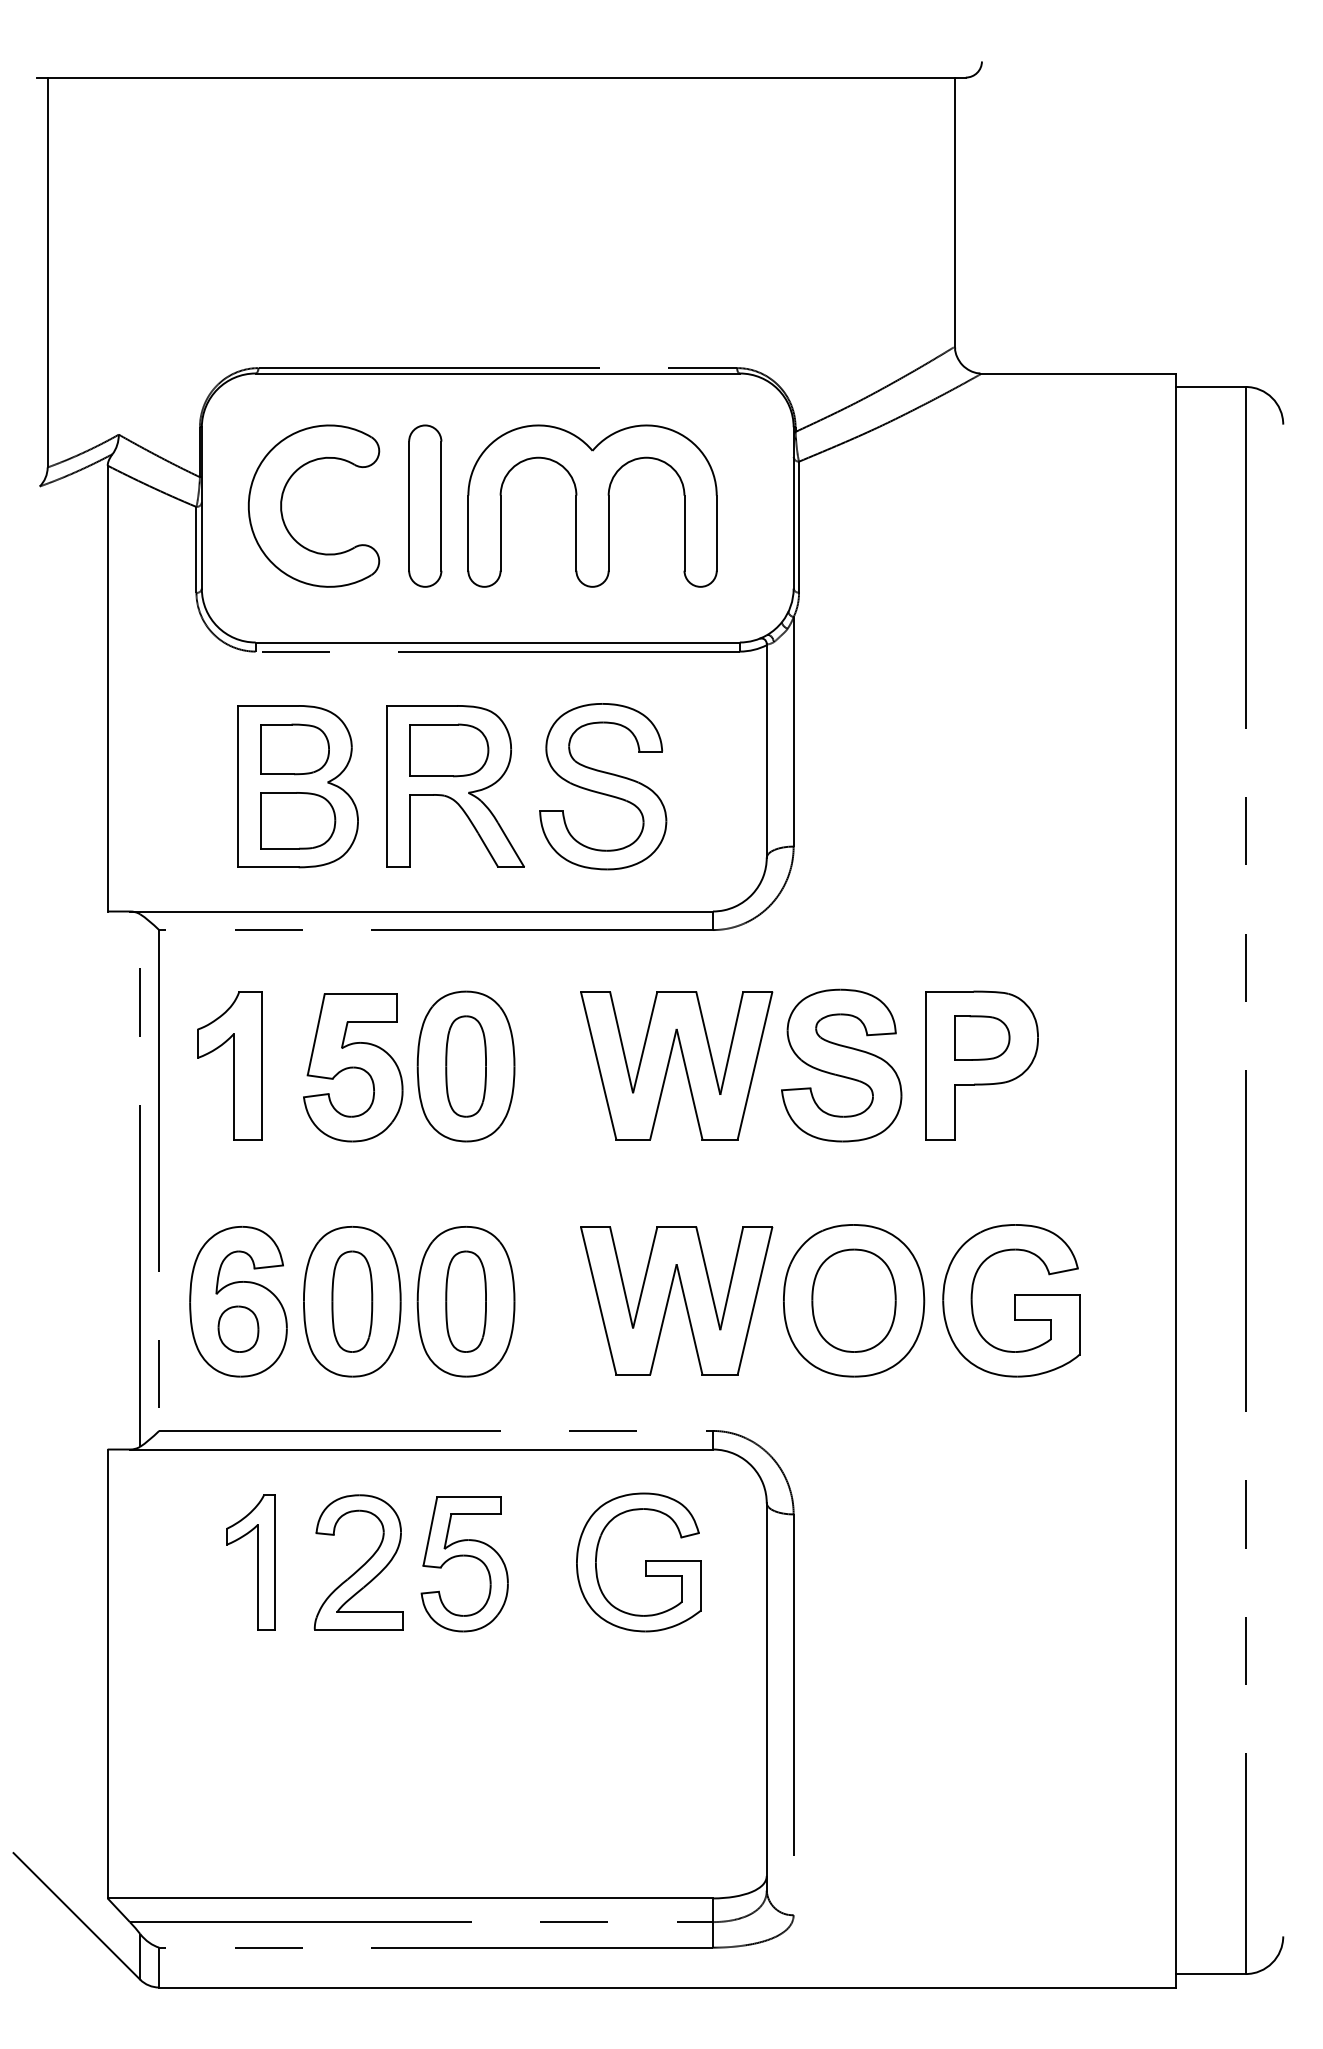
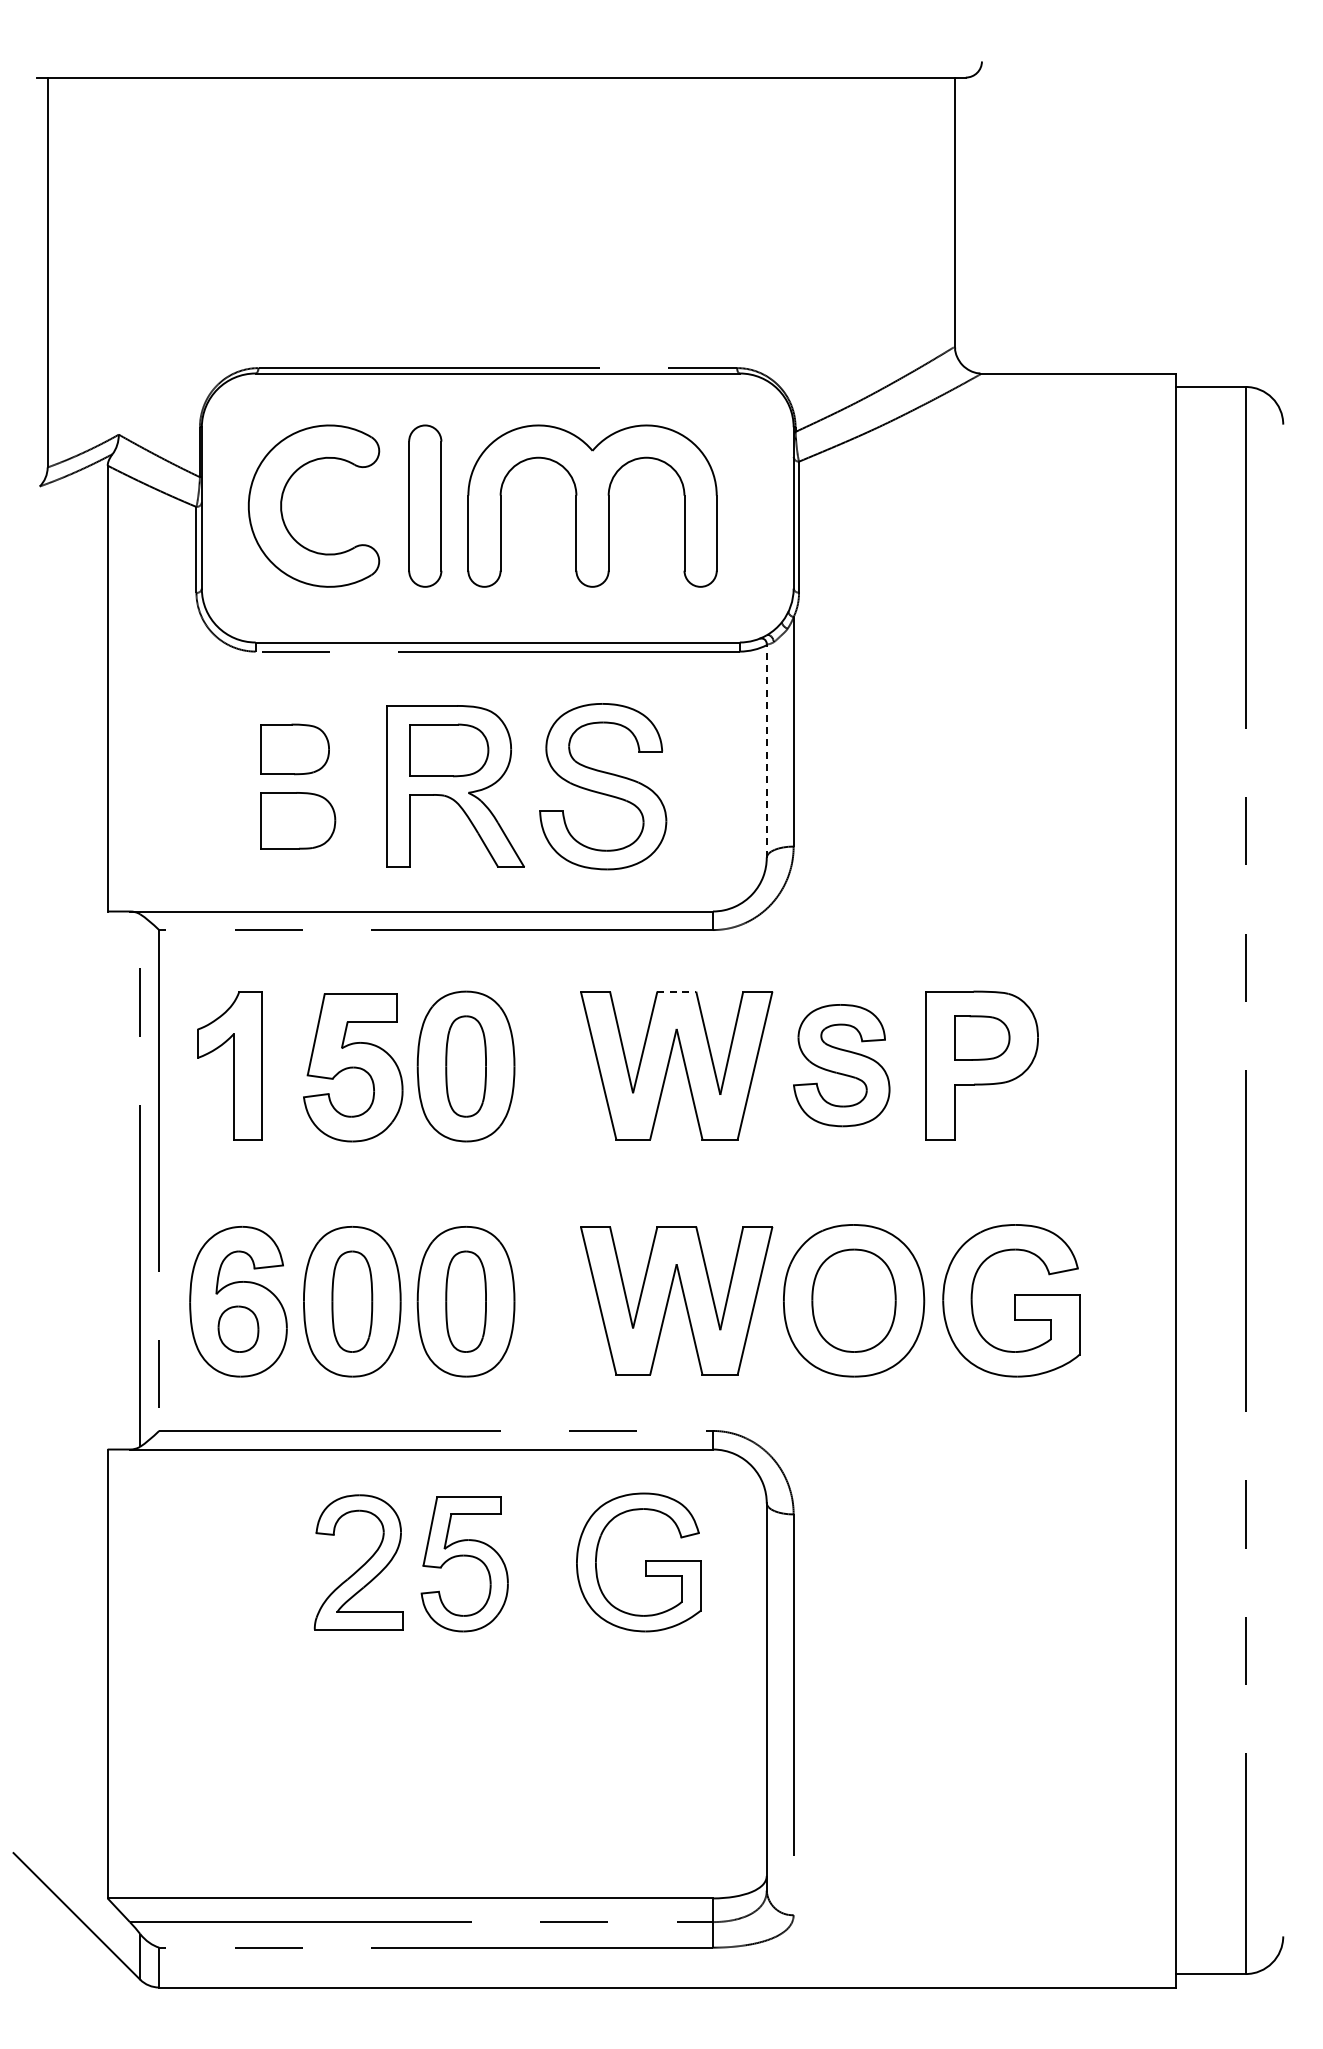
line at (766, 750): solid -> dashed
part at (297, 786): present -> none
line at (677, 991): solid -> dashed
part at (841, 1065) size: 122x155 px -> 98x124 px
part at (257, 1562): present -> none
